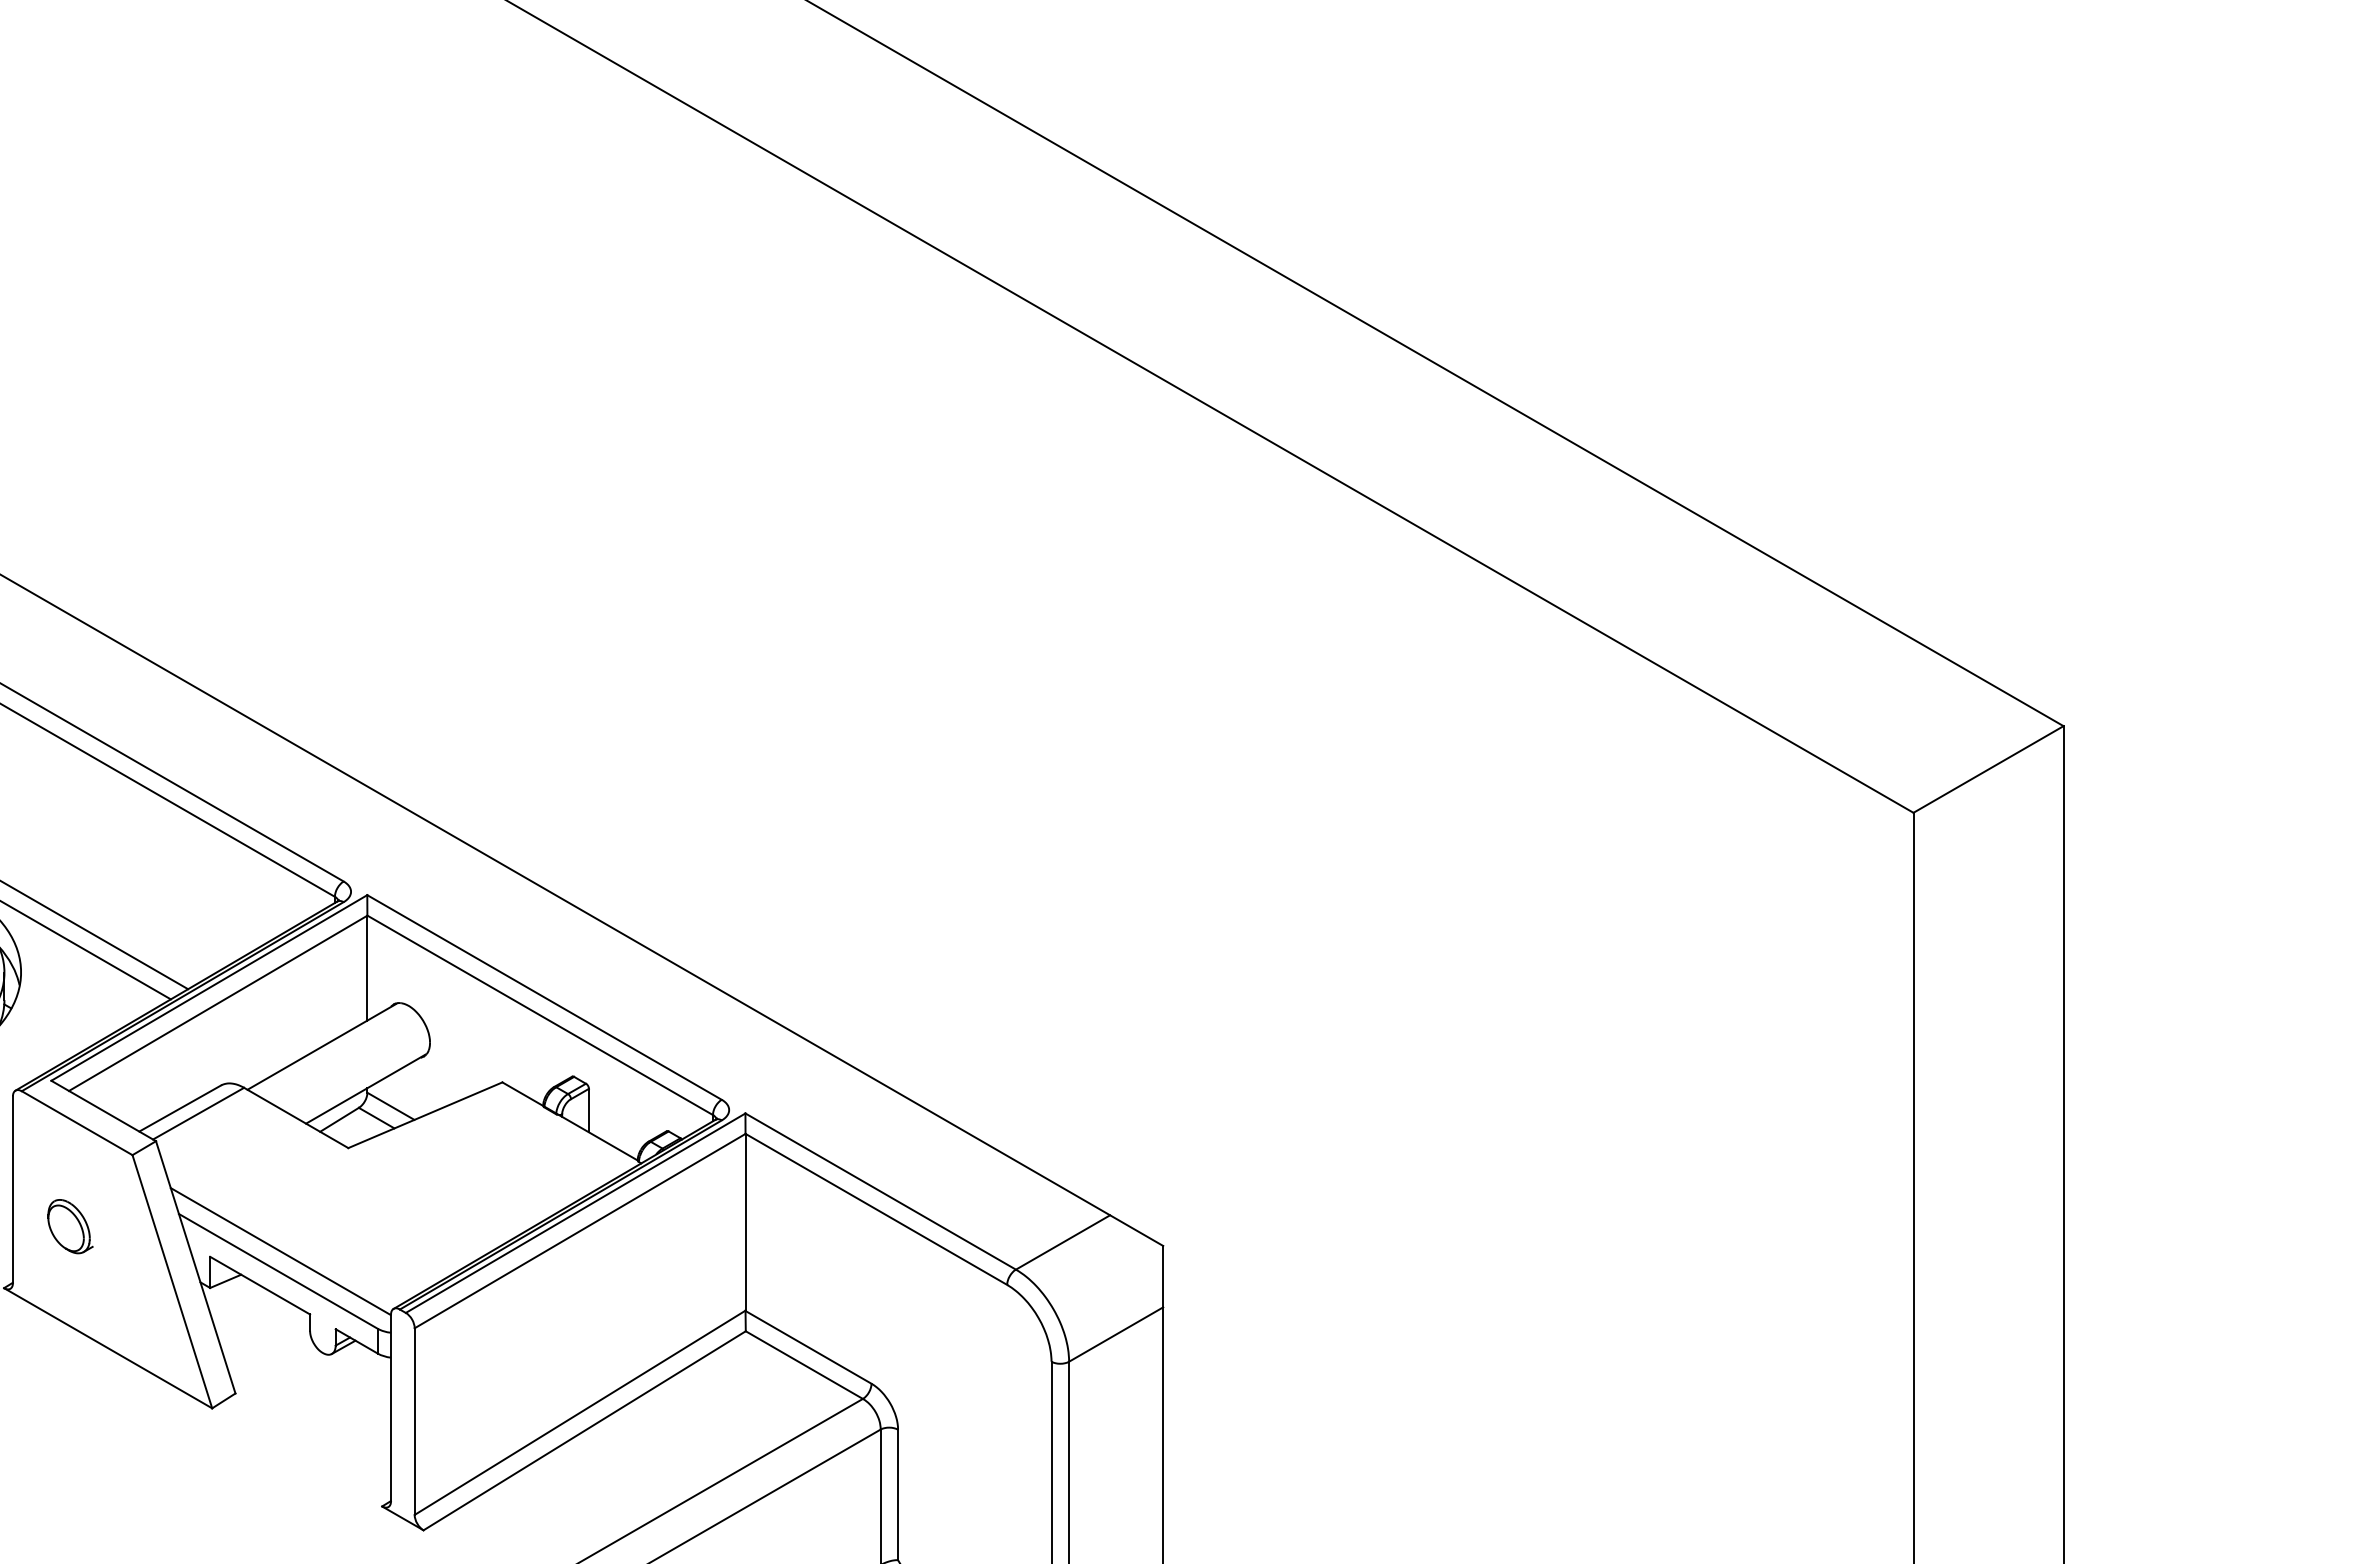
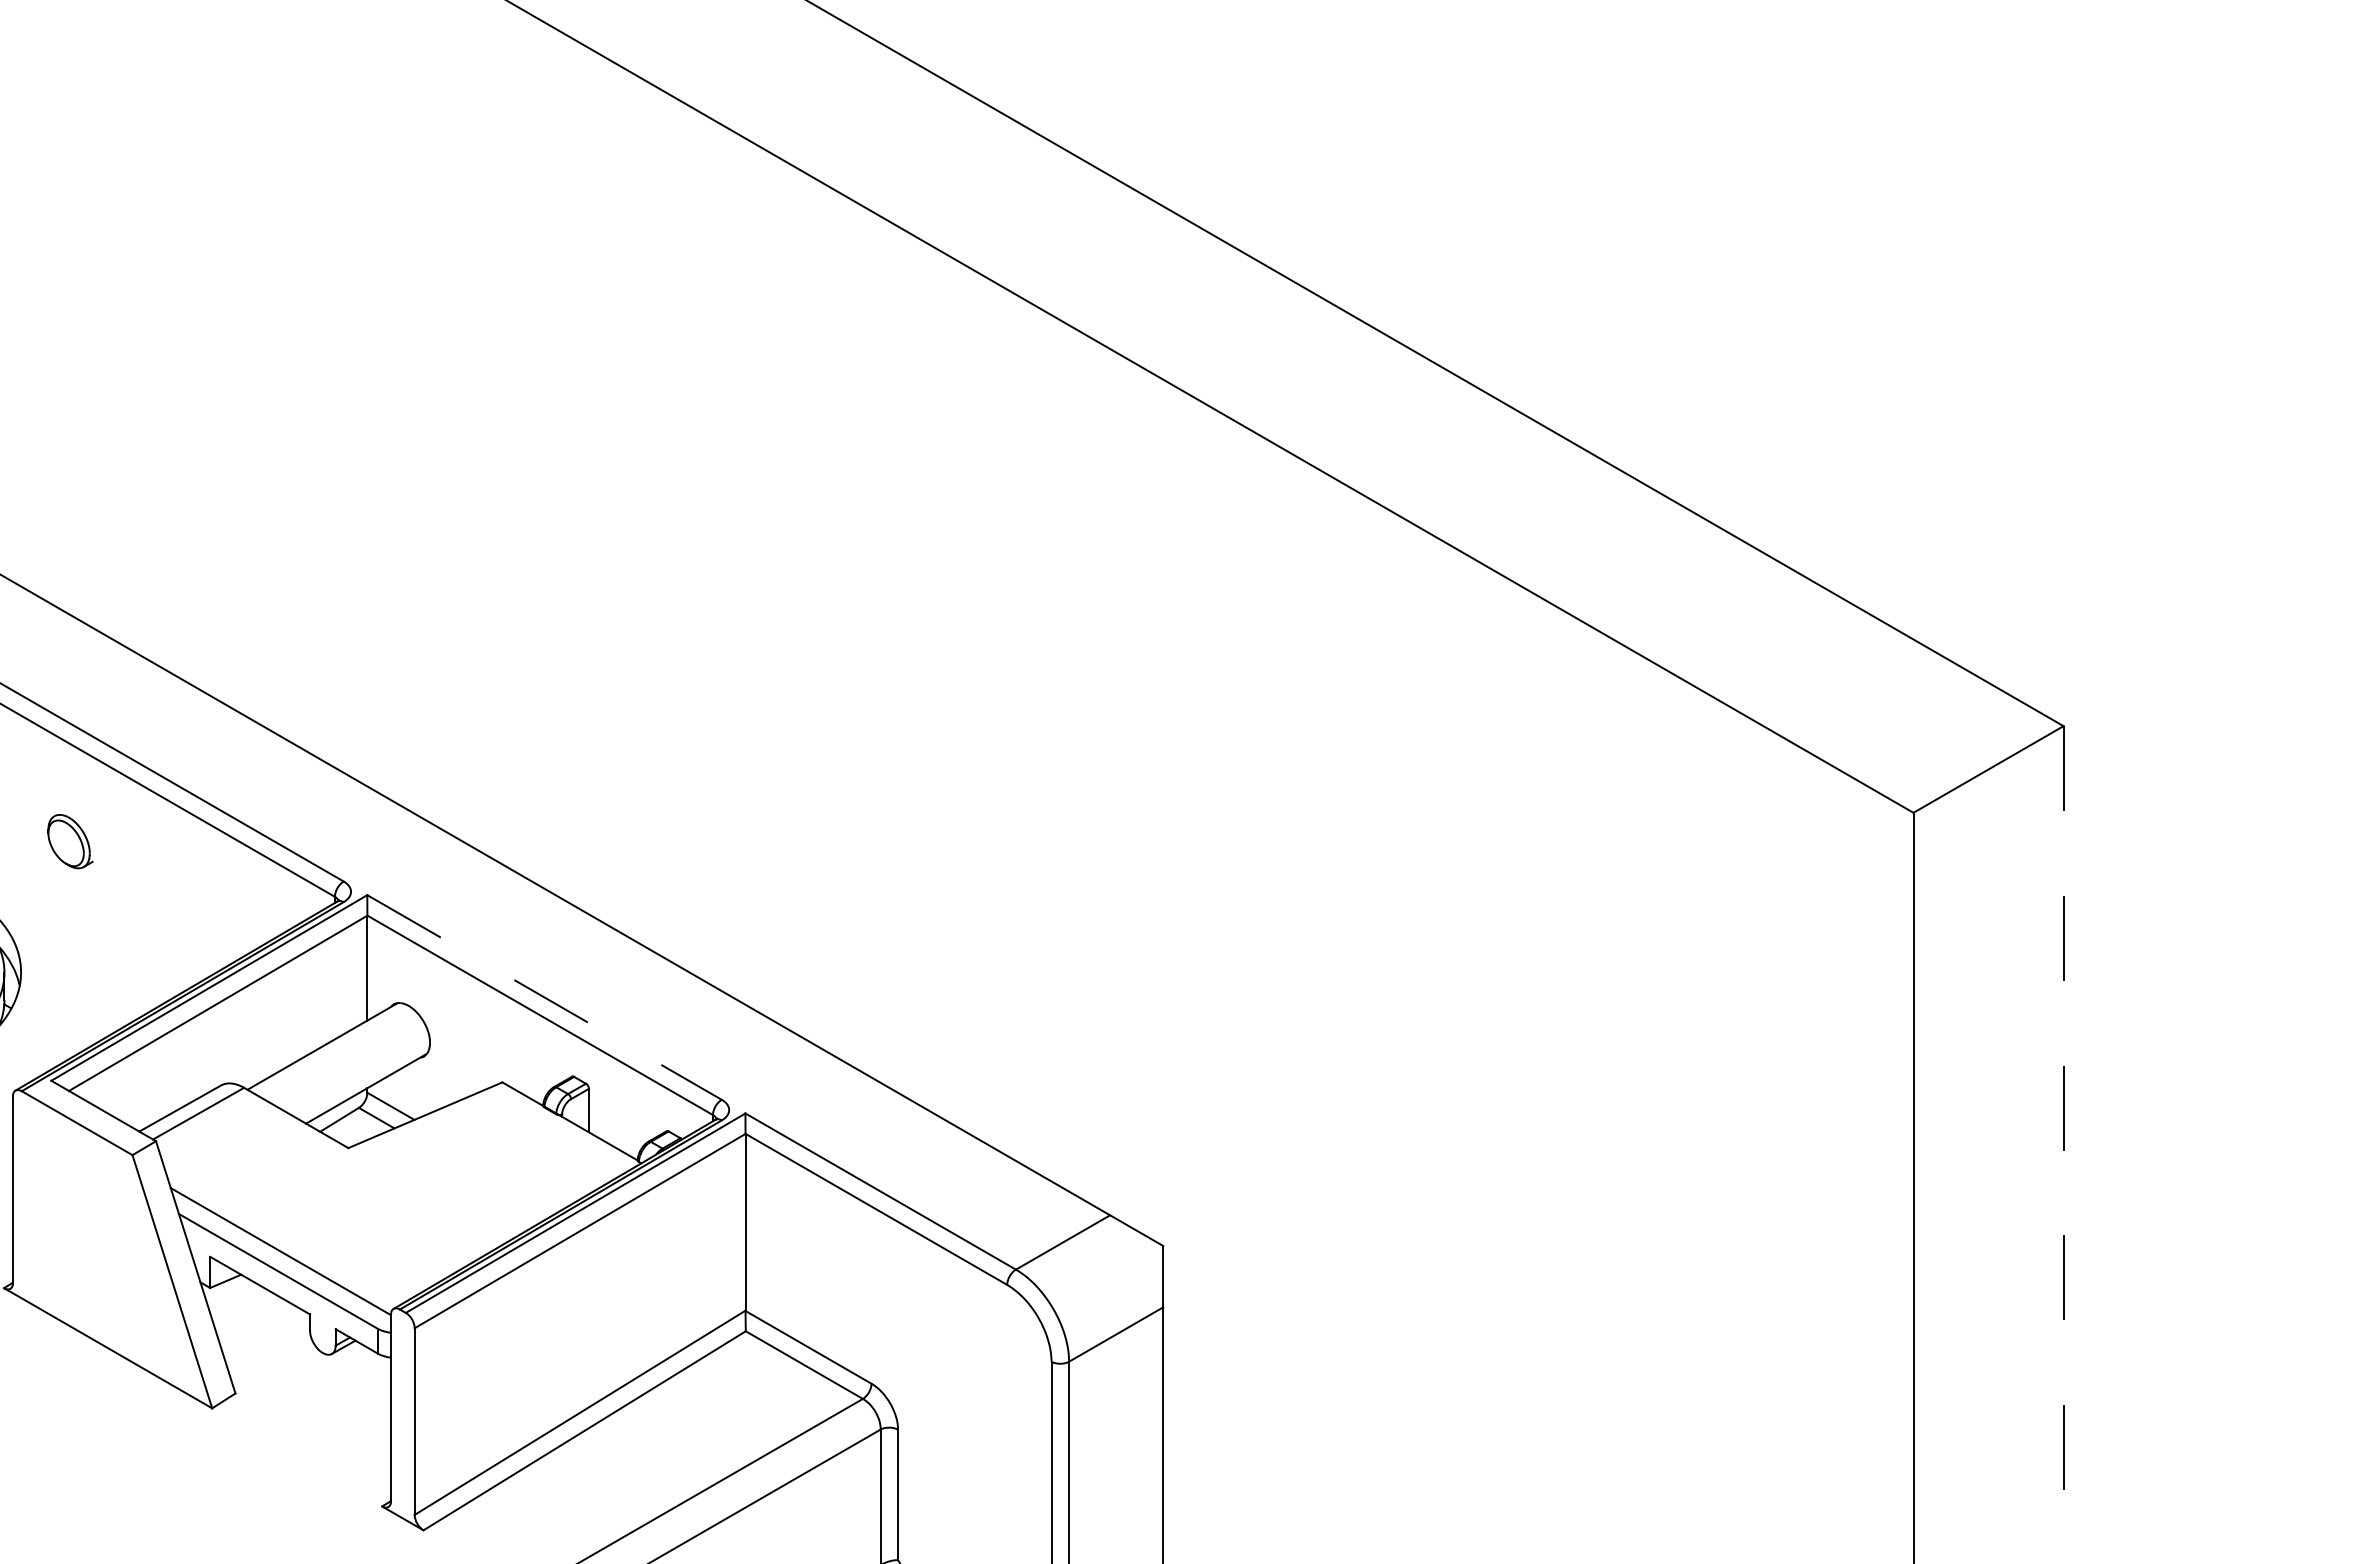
line at (95, 935): present -> none
line at (86, 950): present -> none
line at (544, 997): solid -> dashed
line at (2063, 1145): solid -> dashed
part at (70, 1226) position: (70, 1226) -> (70, 841)
